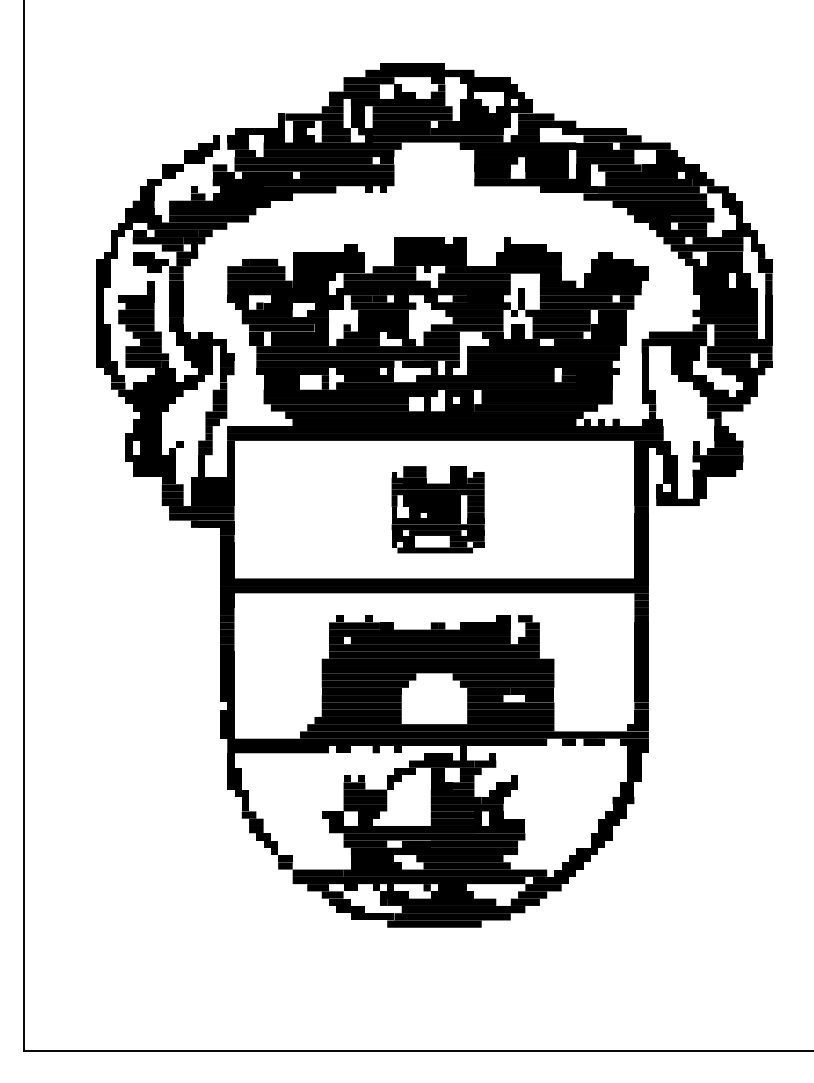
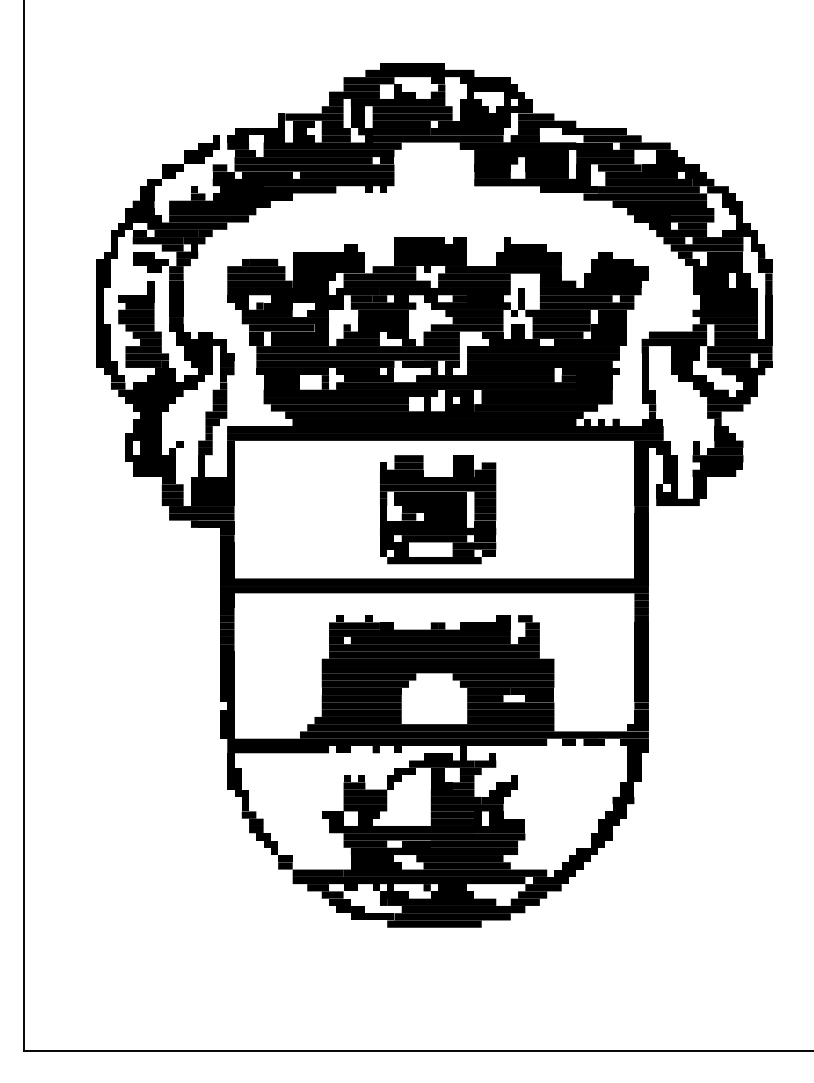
part at (437, 509) size: 94x88 px -> 117x110 px
